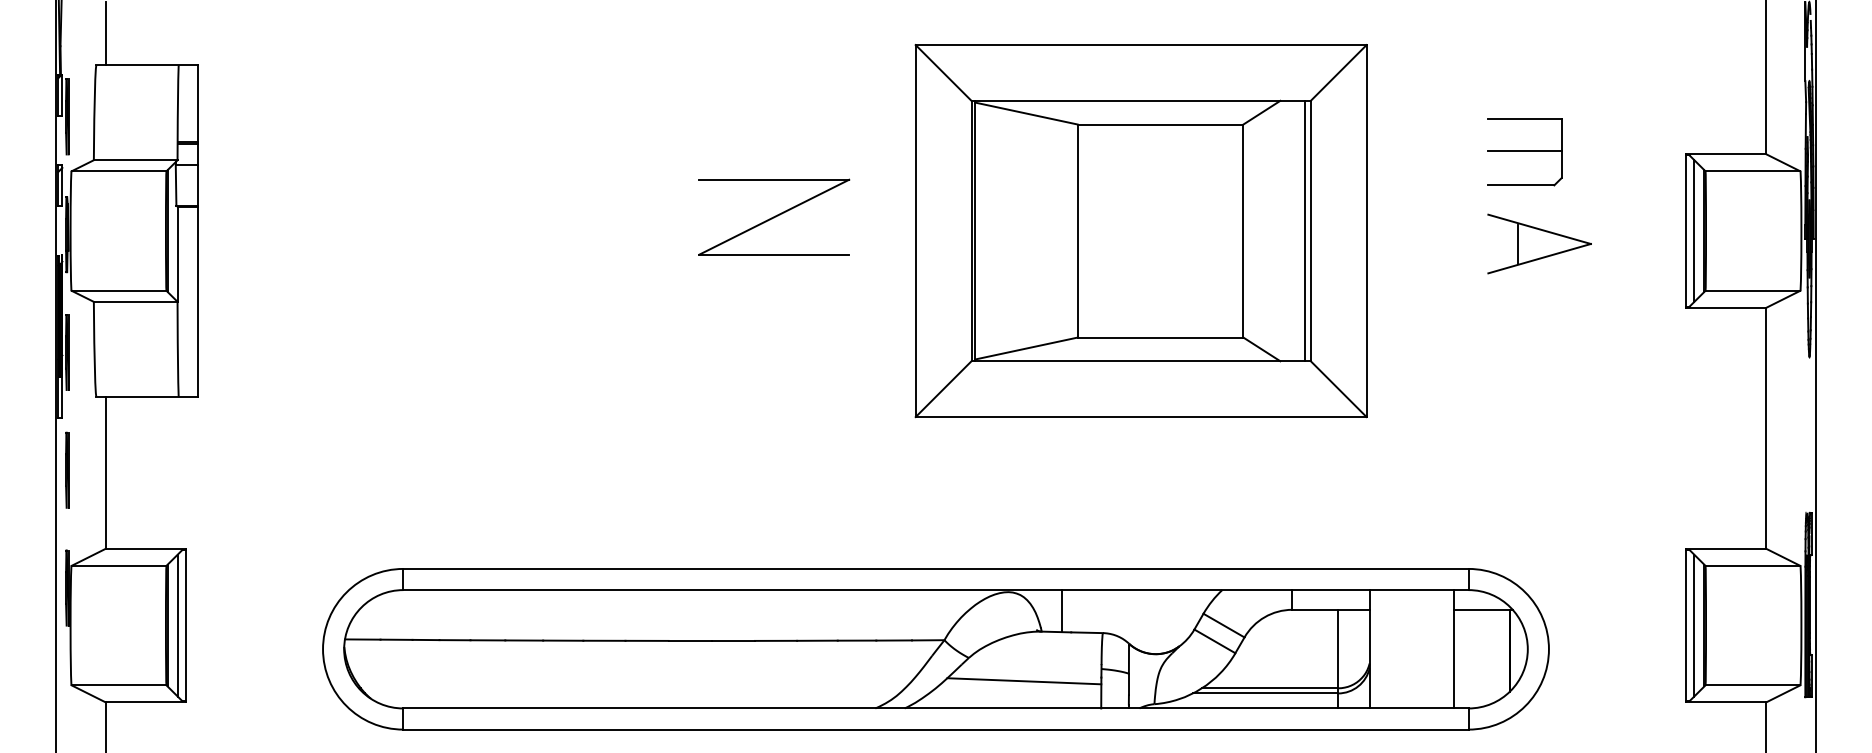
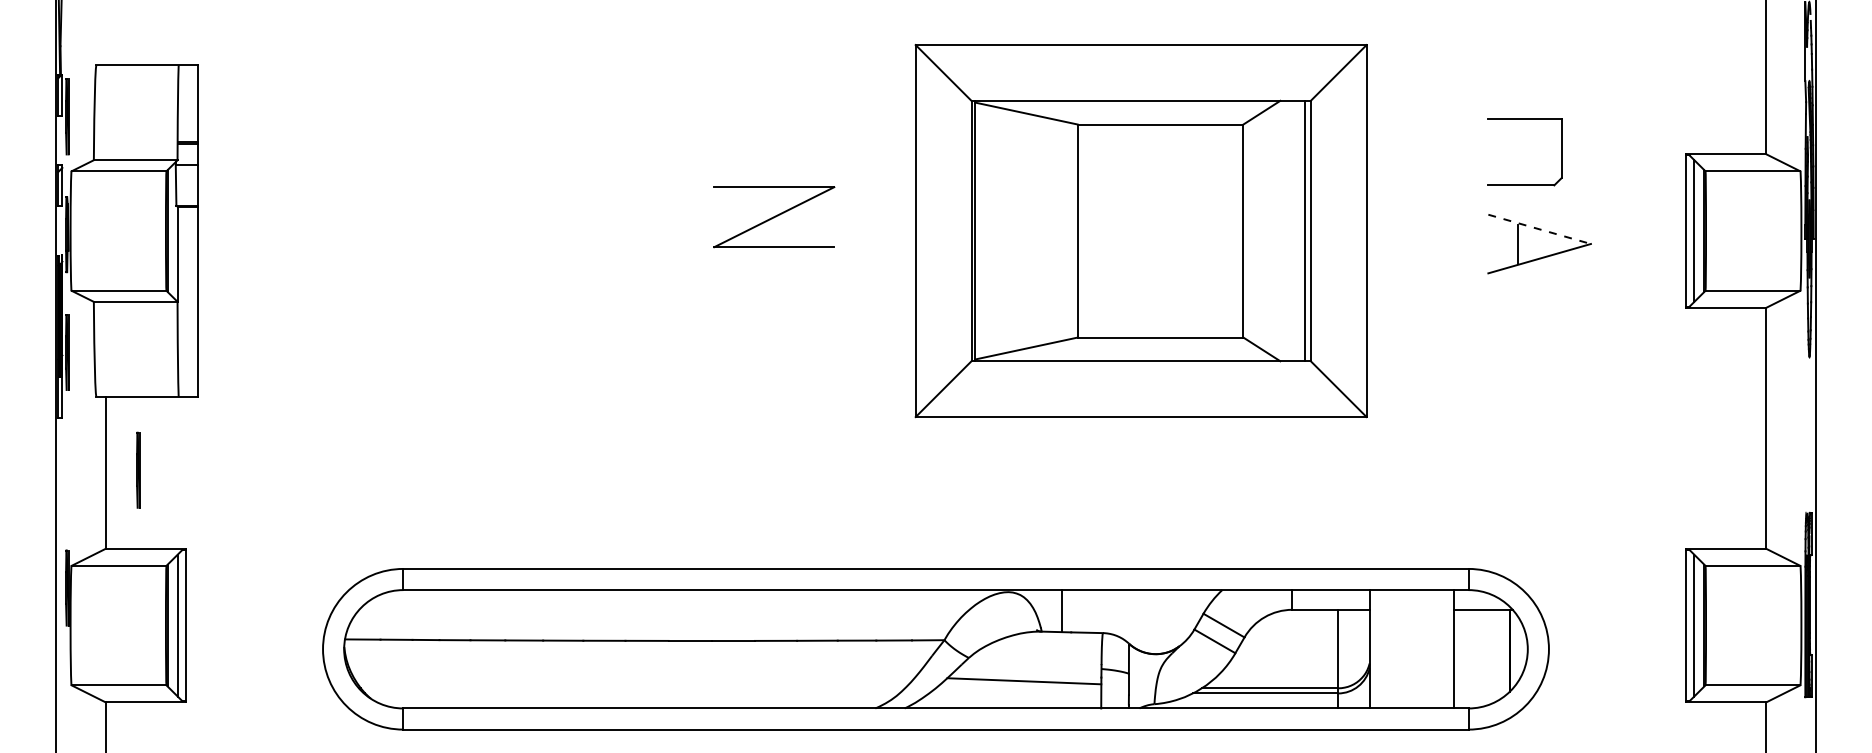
line at (105, 33): present -> none
line at (1524, 151): present -> none
part at (774, 216) size: 153x78 px -> 123x63 px
line at (1540, 229): solid -> dashed
line at (67, 469) position: (67, 469) -> (138, 469)
